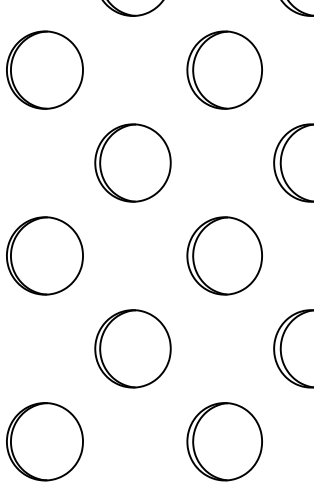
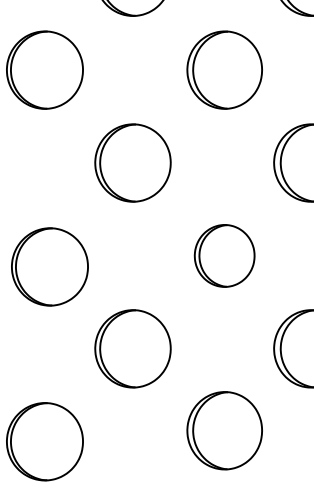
part at (44, 255) position: (44, 255) -> (49, 266)
part at (224, 255) size: 77x80 px -> 63x64 px
part at (224, 441) position: (224, 441) -> (224, 430)
